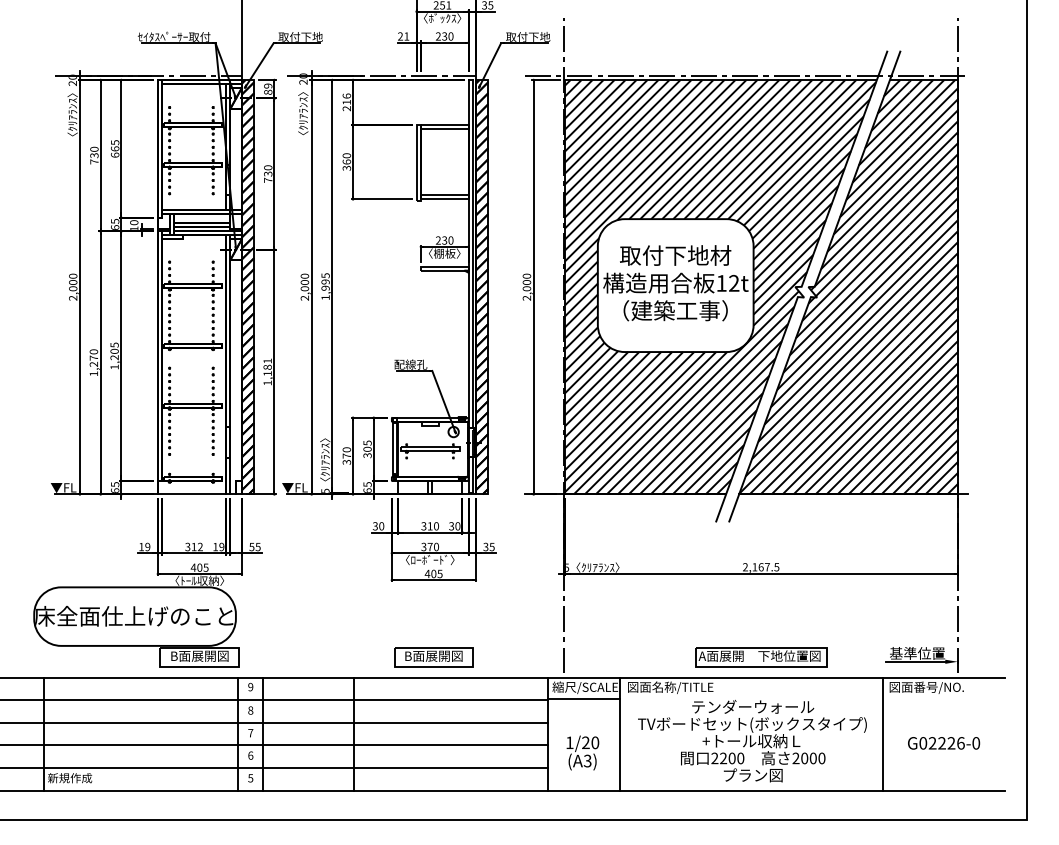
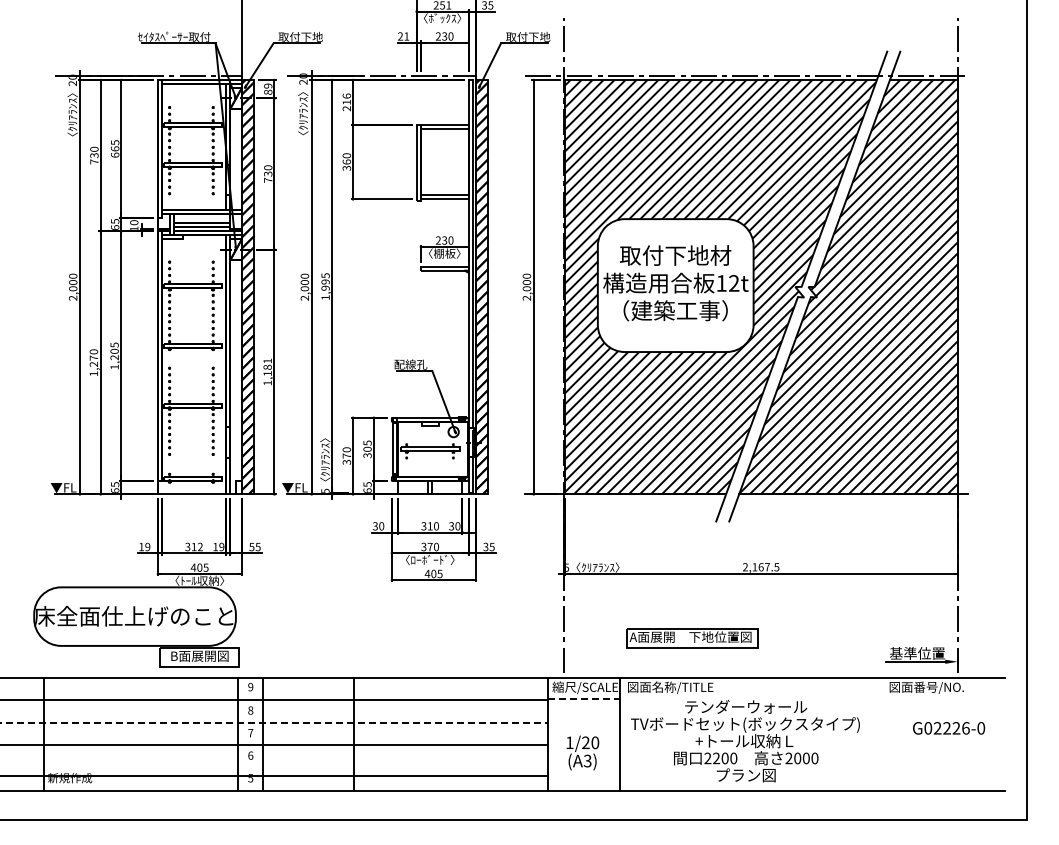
part at (433, 657): present -> none
part at (761, 657) position: (761, 657) -> (692, 638)
line at (584, 699): solid -> dashed
line at (274, 723): solid -> dashed
line at (883, 733): present -> none
text at (752, 741) position: (752, 741) -> (745, 741)
text at (944, 743) position: (944, 743) -> (949, 728)
line at (275, 768) position: (275, 768) -> (275, 776)
